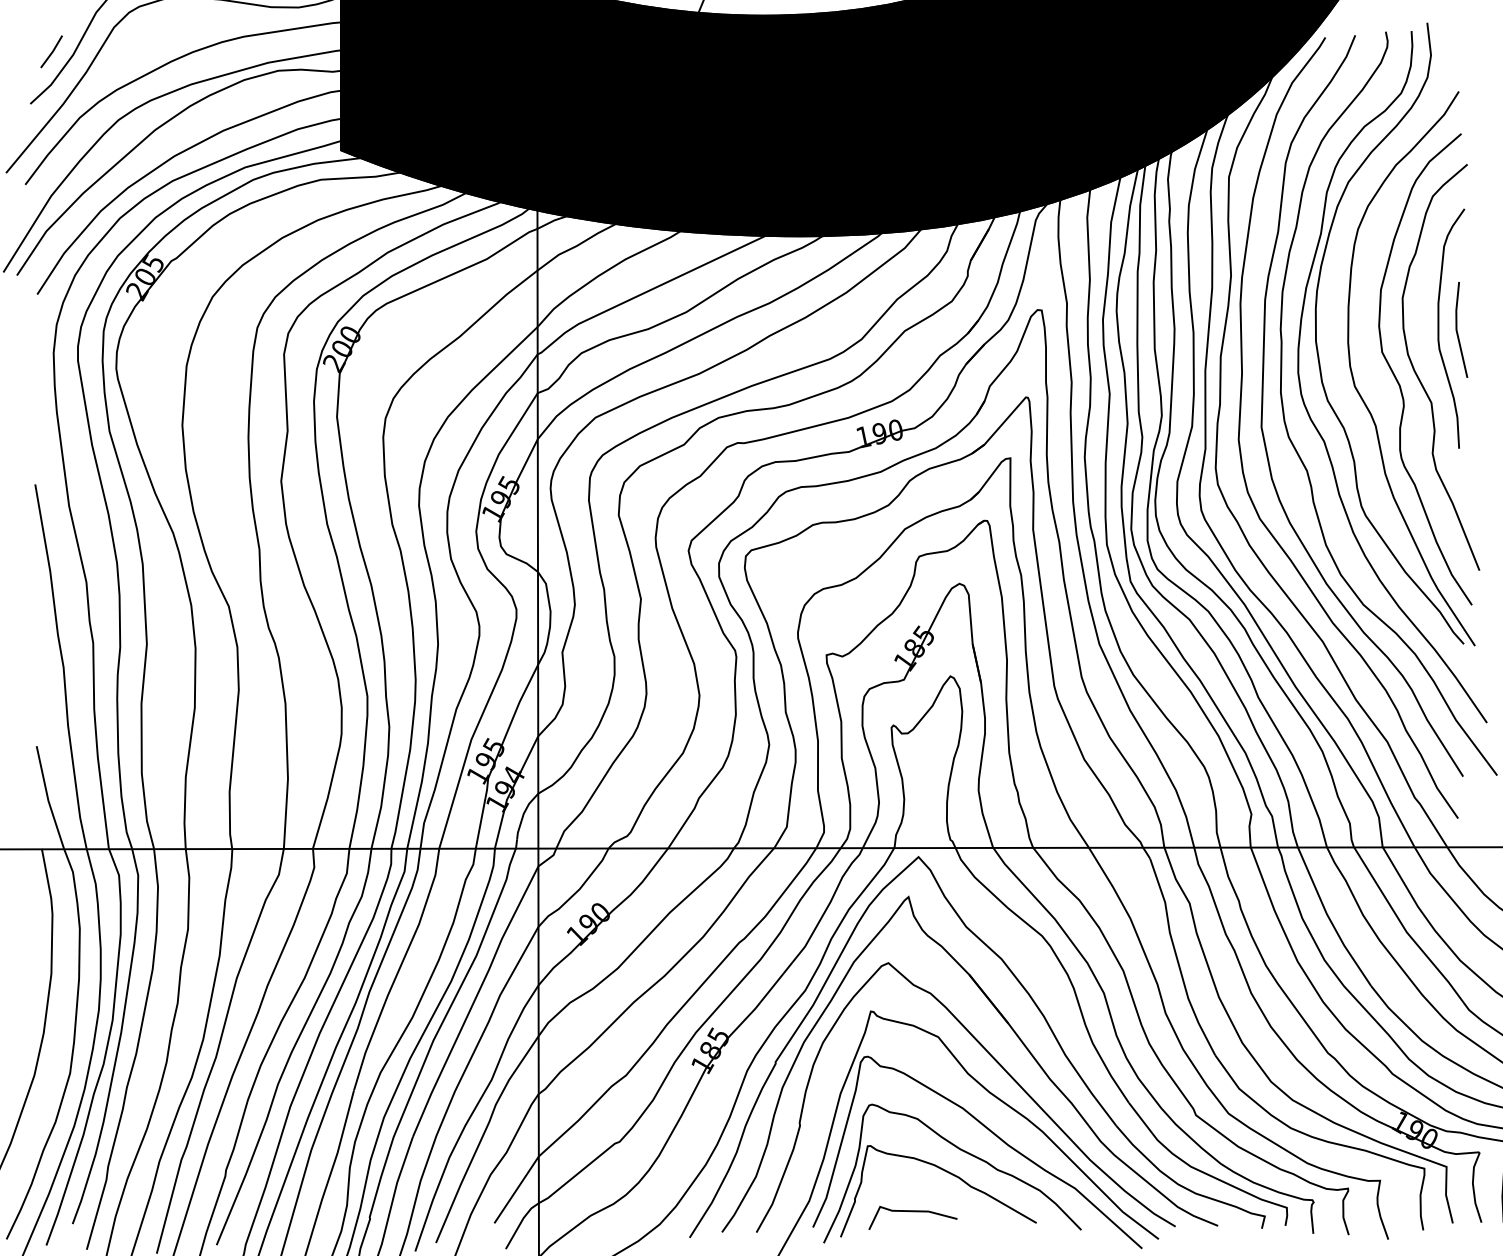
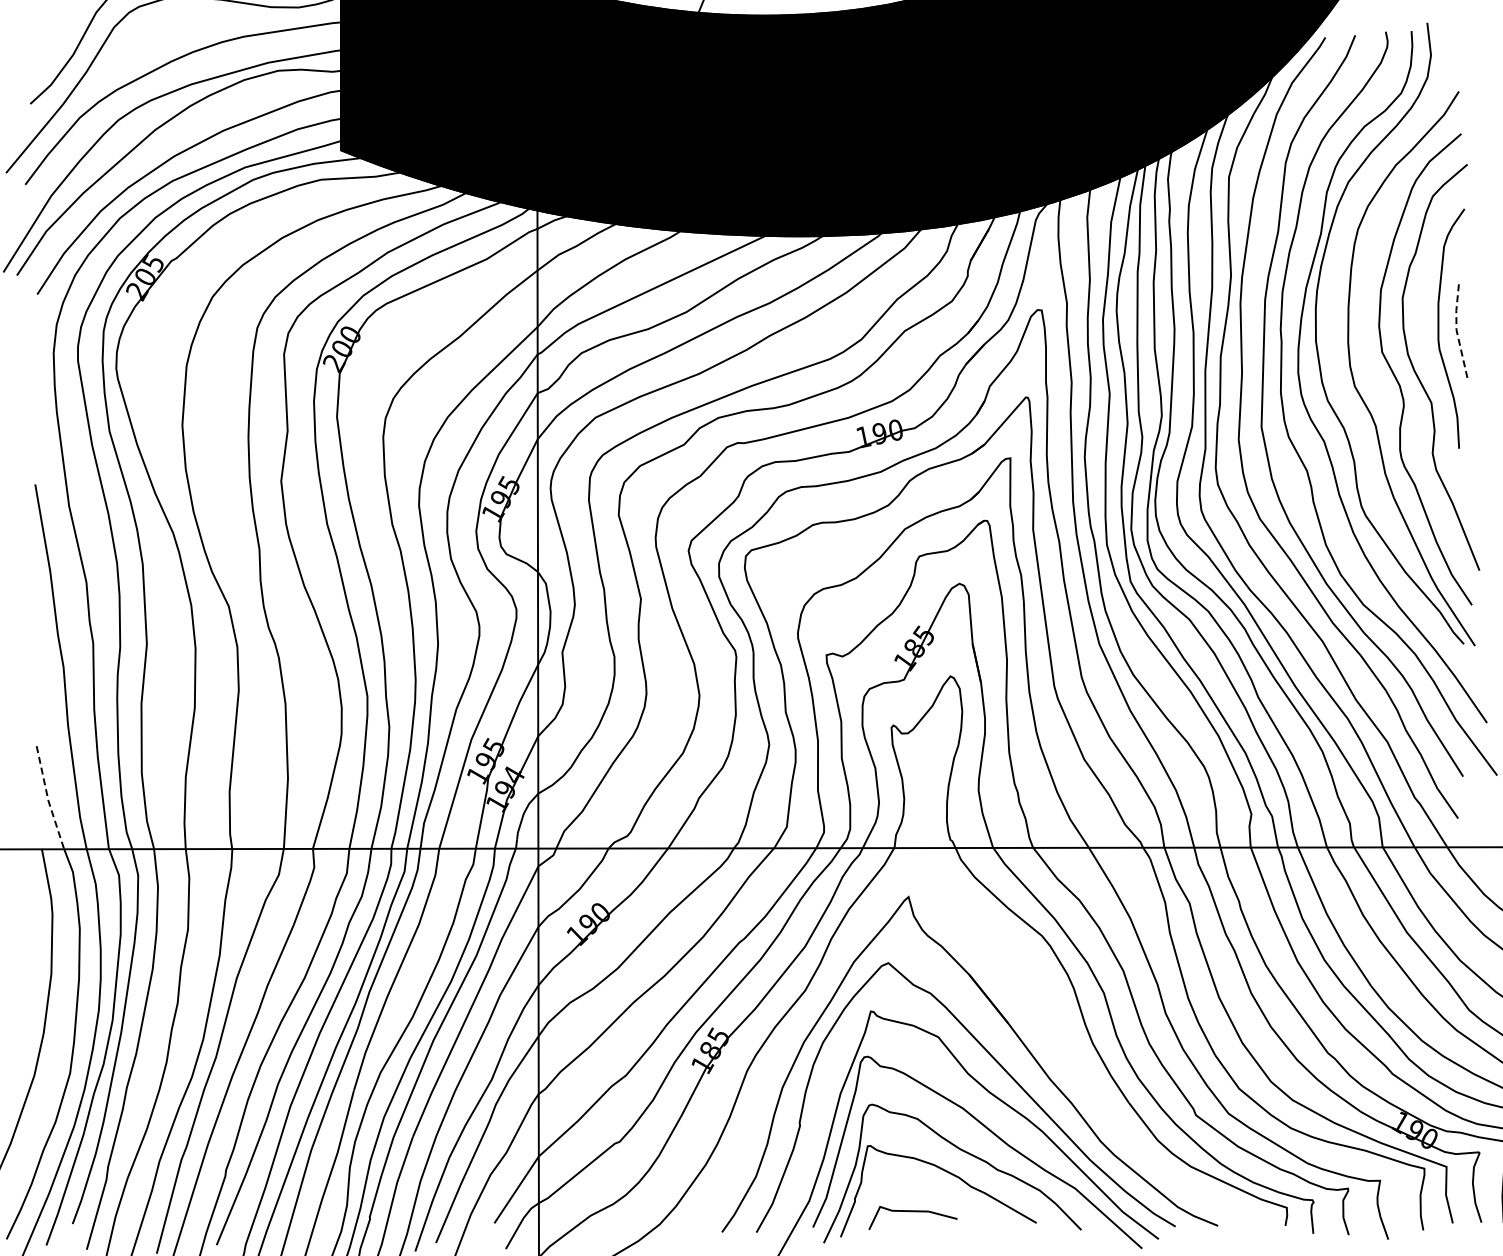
line at (51, 51): present -> none
line at (1456, 329): solid -> dashed
line at (48, 799): solid -> dashed
part at (1036, 1007): present -> none
